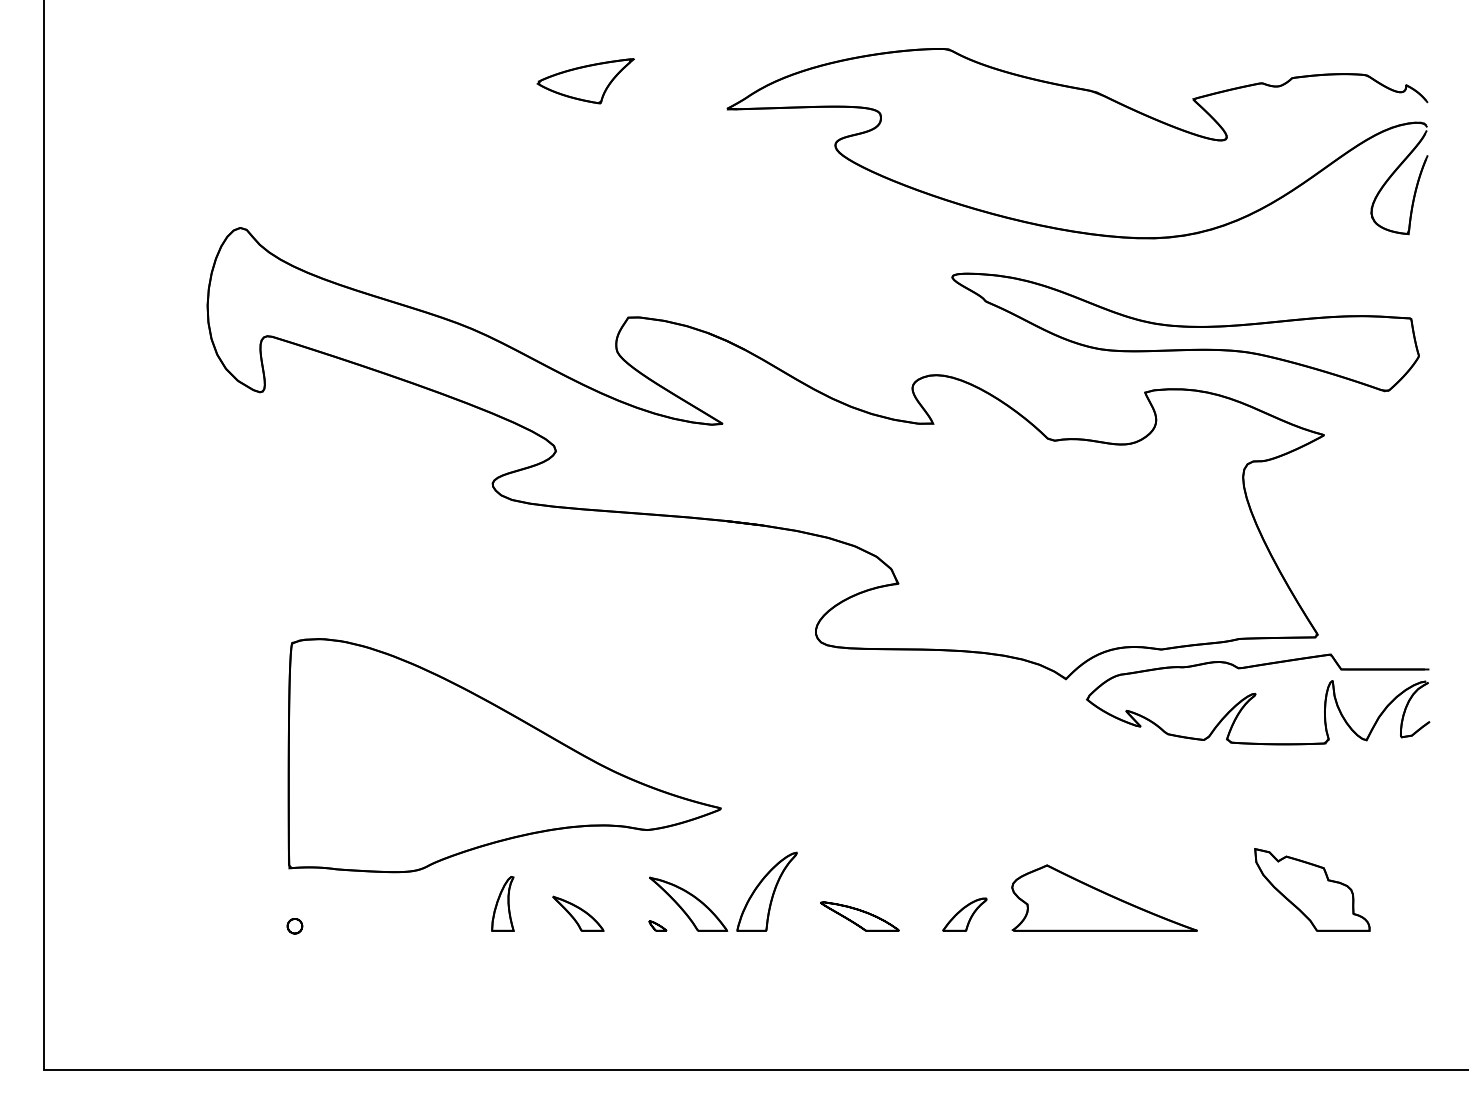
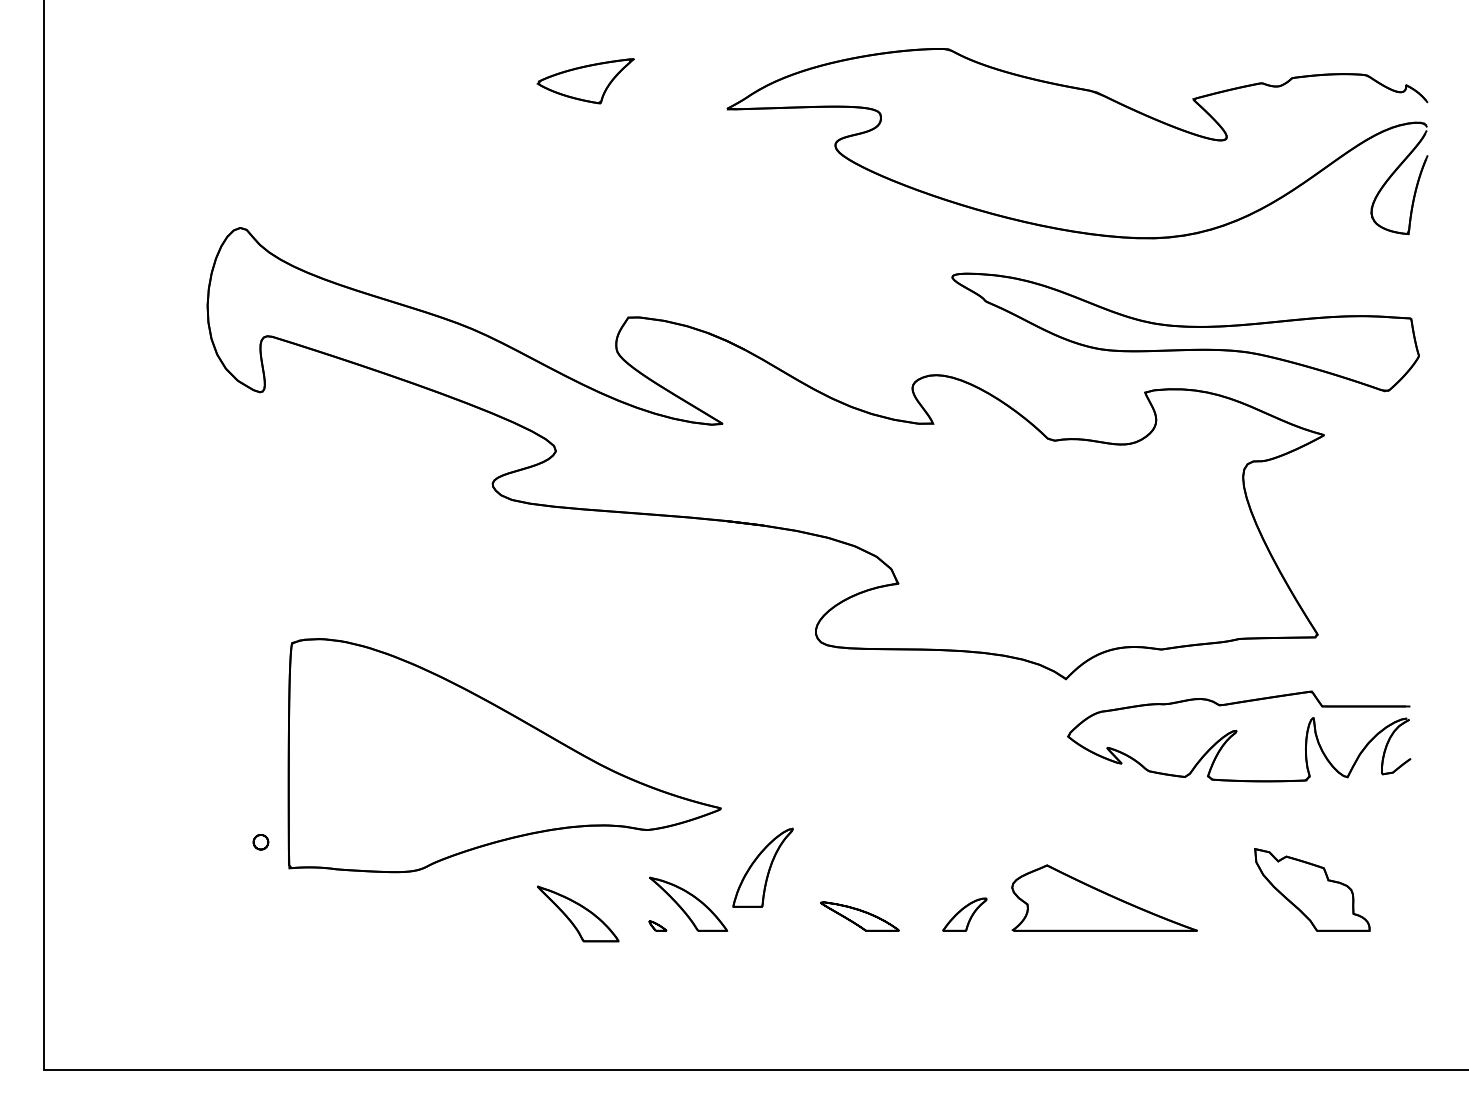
part at (1258, 699) position: (1258, 699) -> (1239, 736)
part at (766, 891) position: (766, 891) -> (762, 867)
part at (502, 903): present -> none
part at (578, 913) size: 53x37 px -> 83x58 px
part at (294, 926) position: (294, 926) -> (260, 842)
